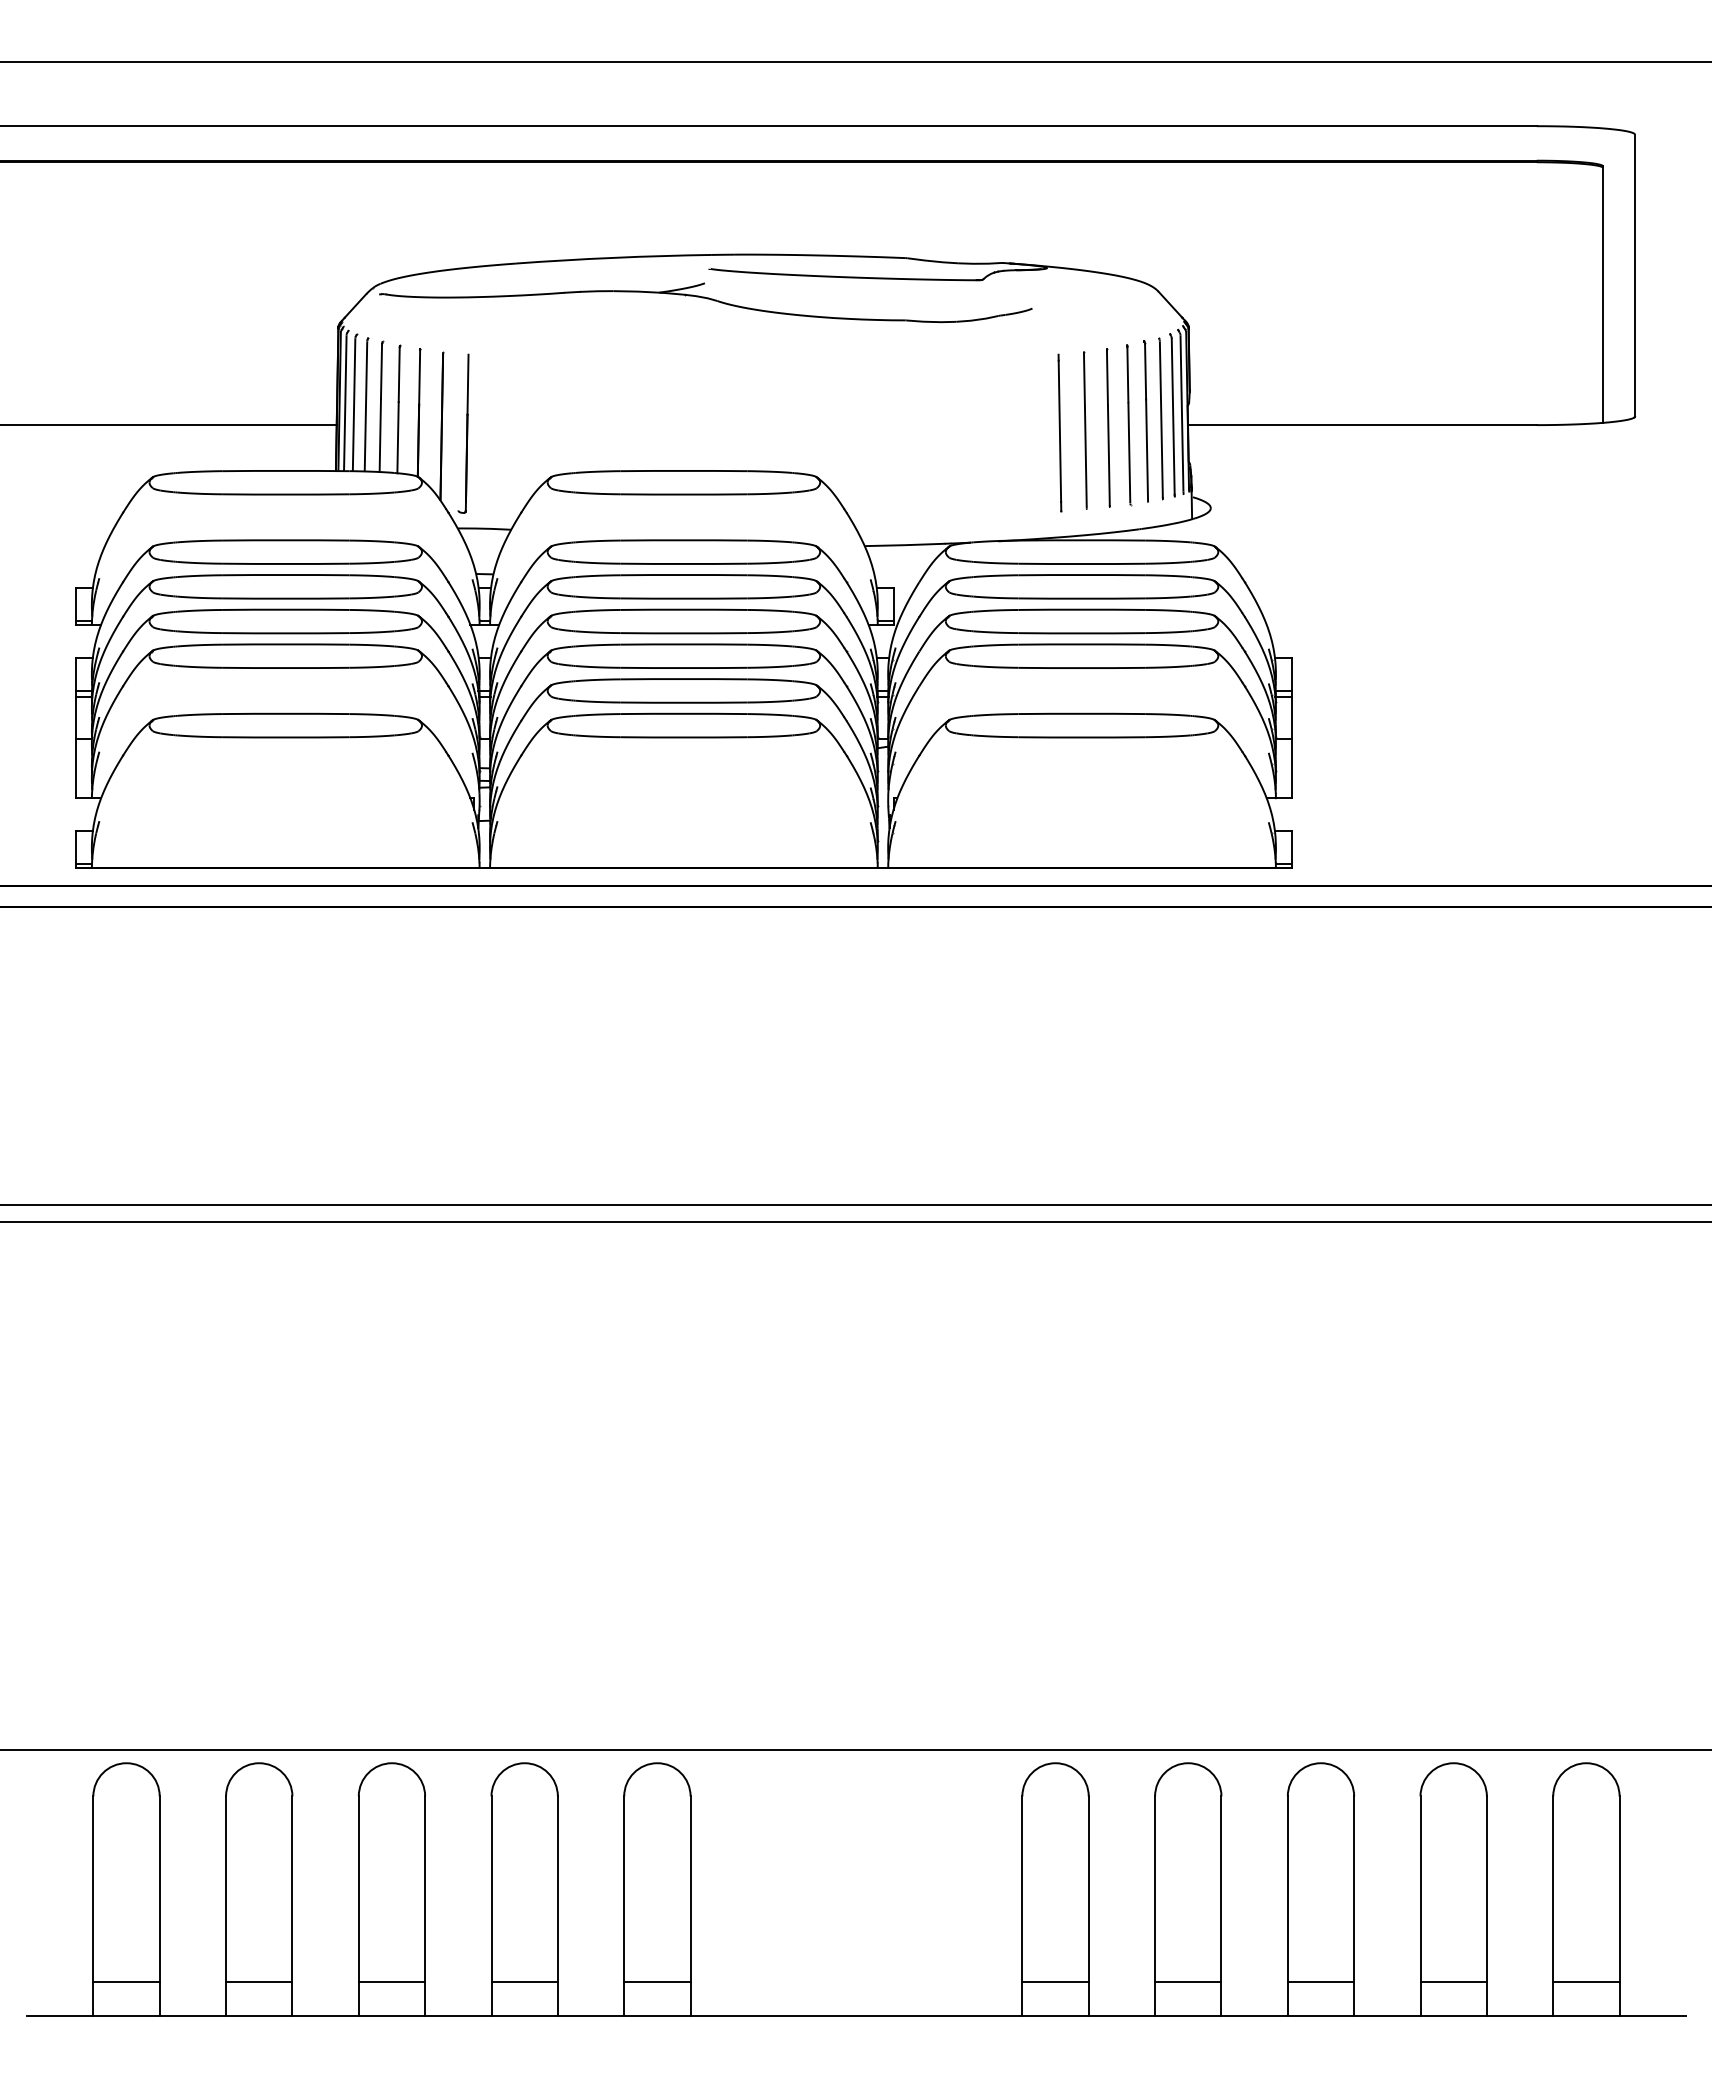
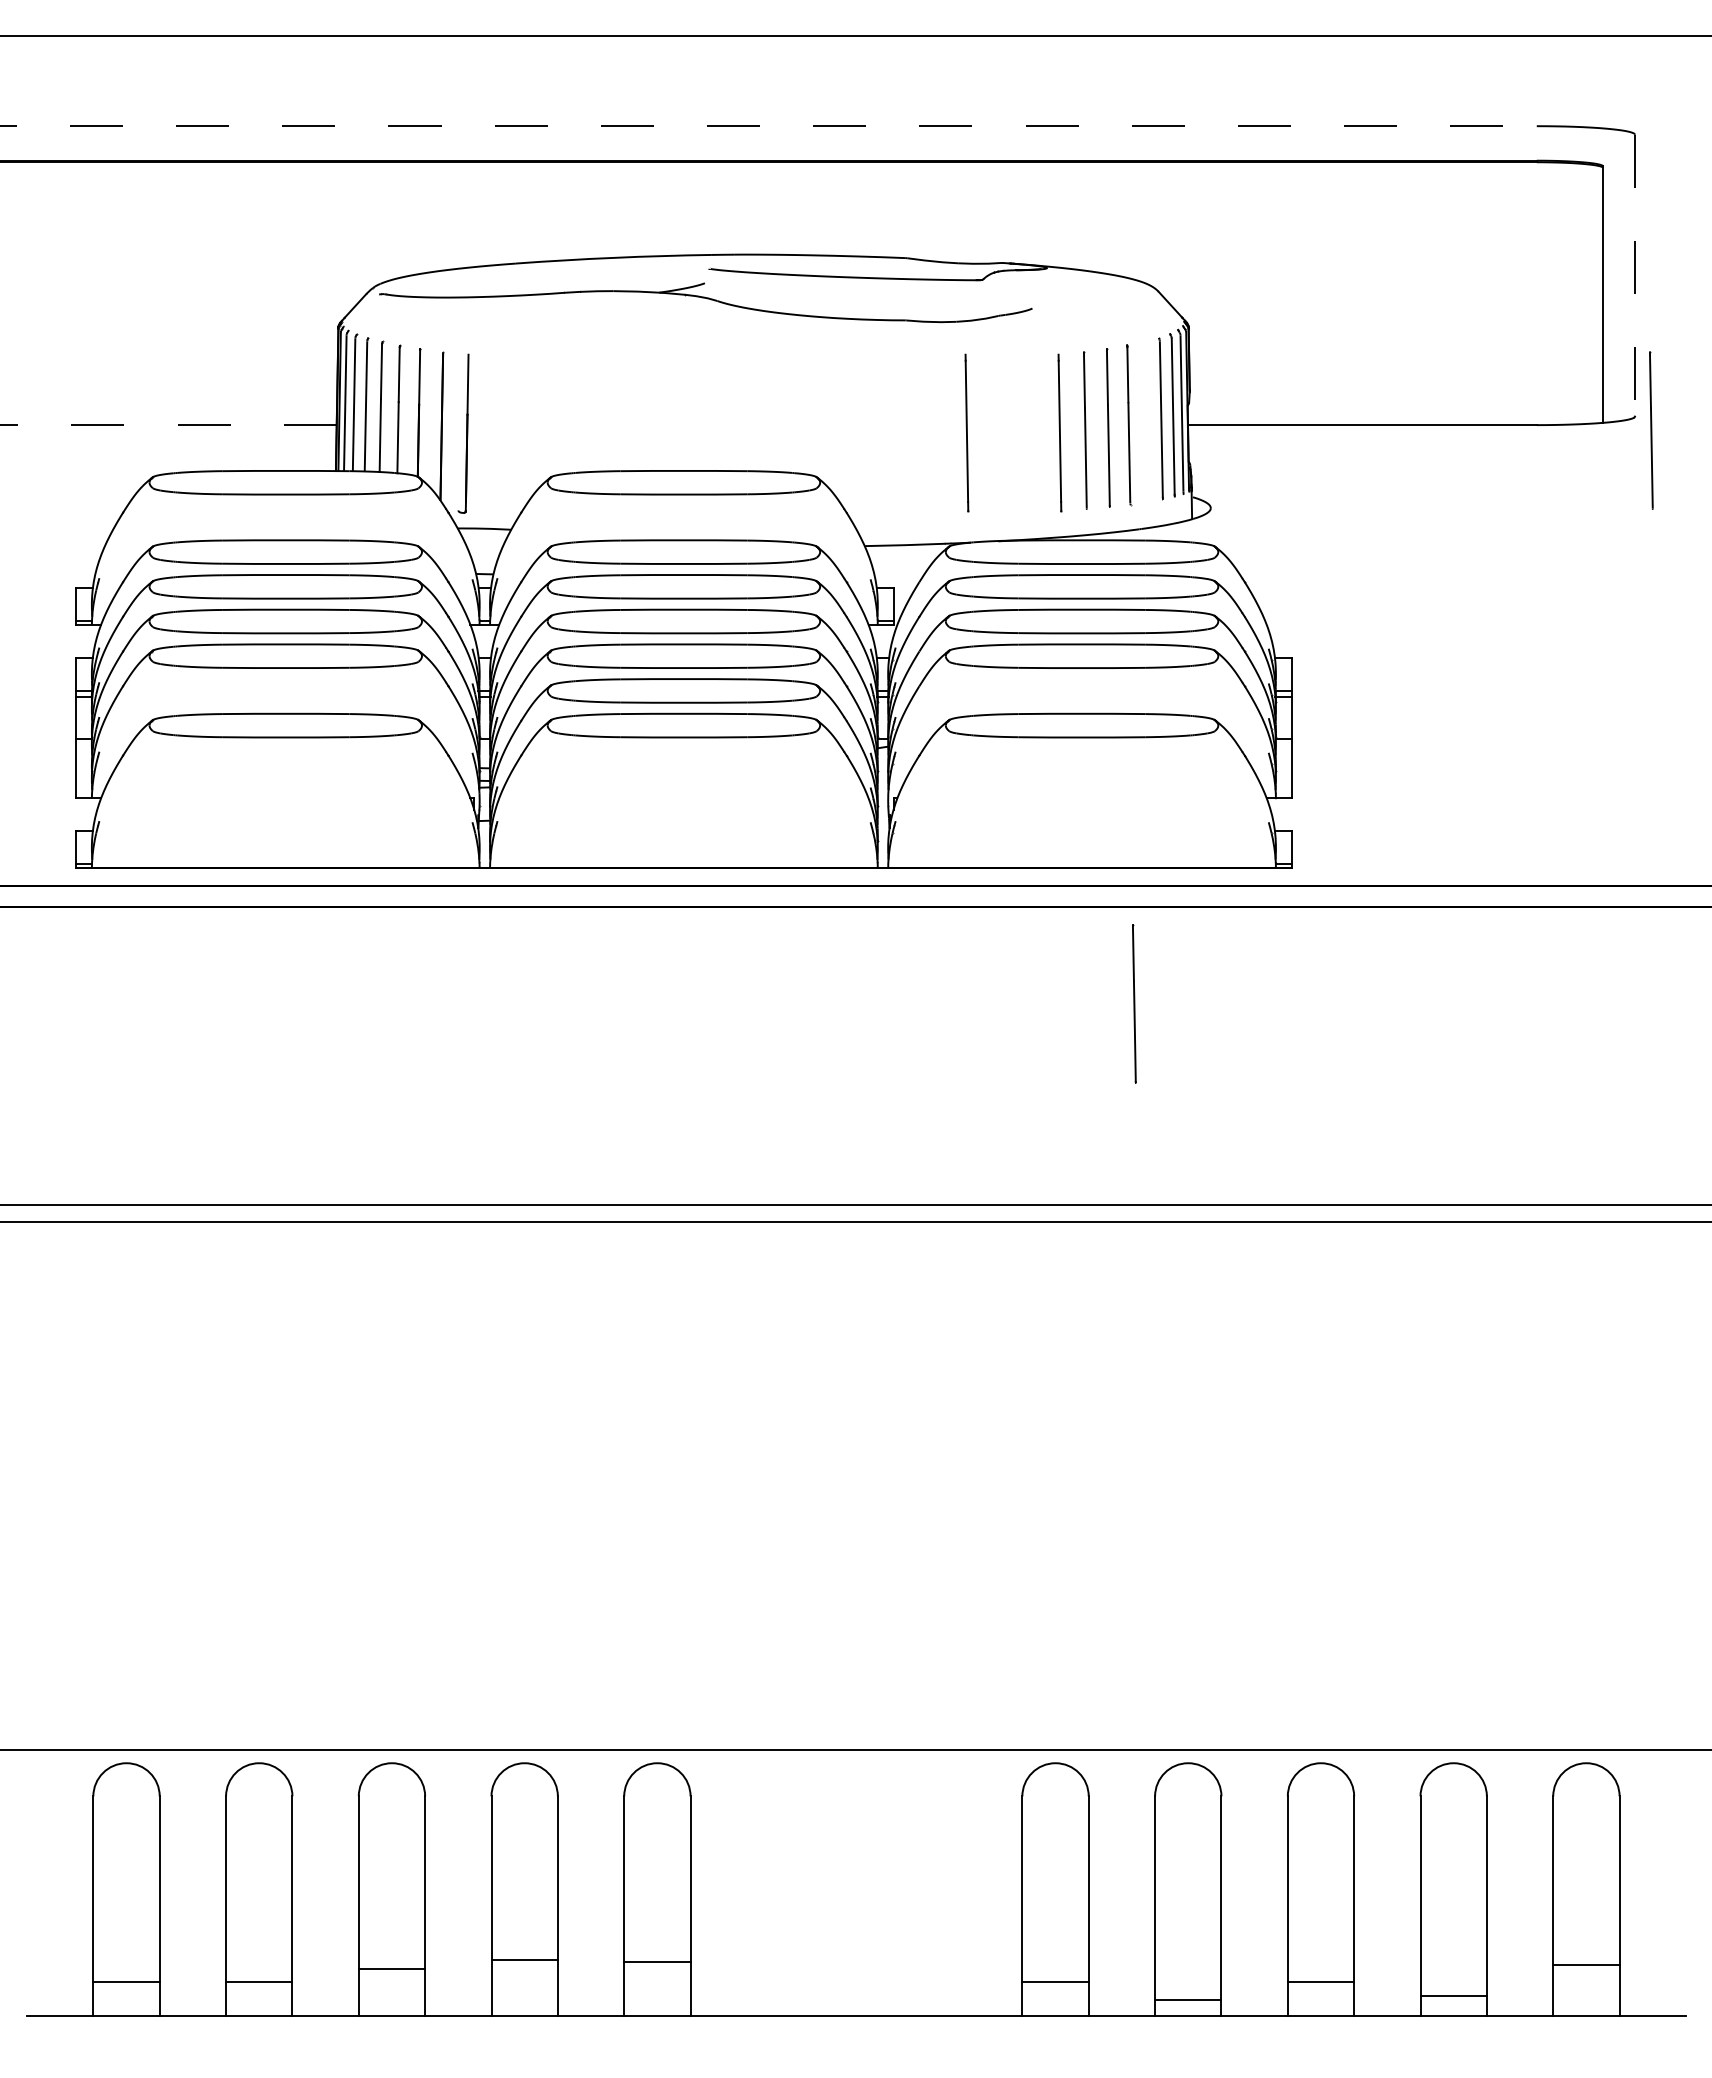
line at (855, 62) position: (855, 62) -> (855, 36)
line at (768, 126): solid -> dashed
line at (1634, 275): solid -> dashed
line at (1145, 421): present -> none
line at (168, 425): solid -> dashed
line at (1651, 430): none -> present
line at (966, 432): none -> present
line at (1134, 1003): none -> present
line at (391, 1982) position: (391, 1982) -> (391, 1969)
line at (524, 1982) position: (524, 1982) -> (524, 1960)
line at (657, 1982) position: (657, 1982) -> (657, 1962)
line at (1188, 1982) position: (1188, 1982) -> (1188, 2000)
line at (1453, 1982) position: (1453, 1982) -> (1453, 1996)
line at (1586, 1982) position: (1586, 1982) -> (1586, 1965)
